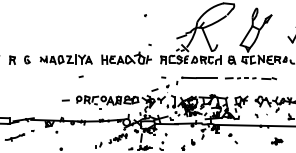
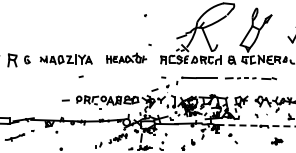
part at (126, 57) size: 51x14 px -> 42x12 px
part at (12, 59) size: 7x10 px -> 11x15 px
line at (256, 125): solid -> dashed
